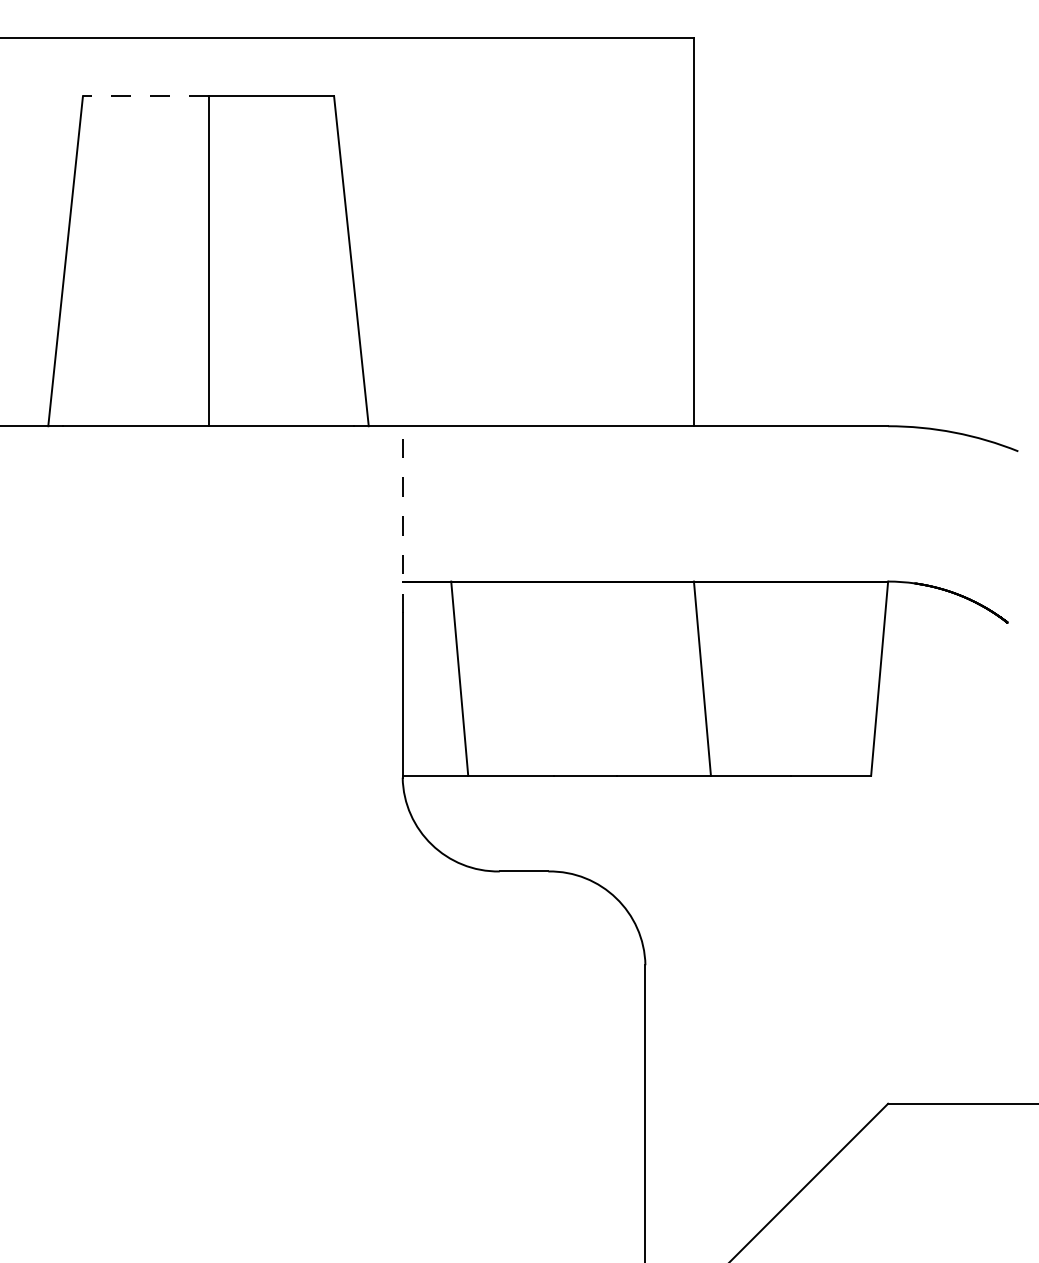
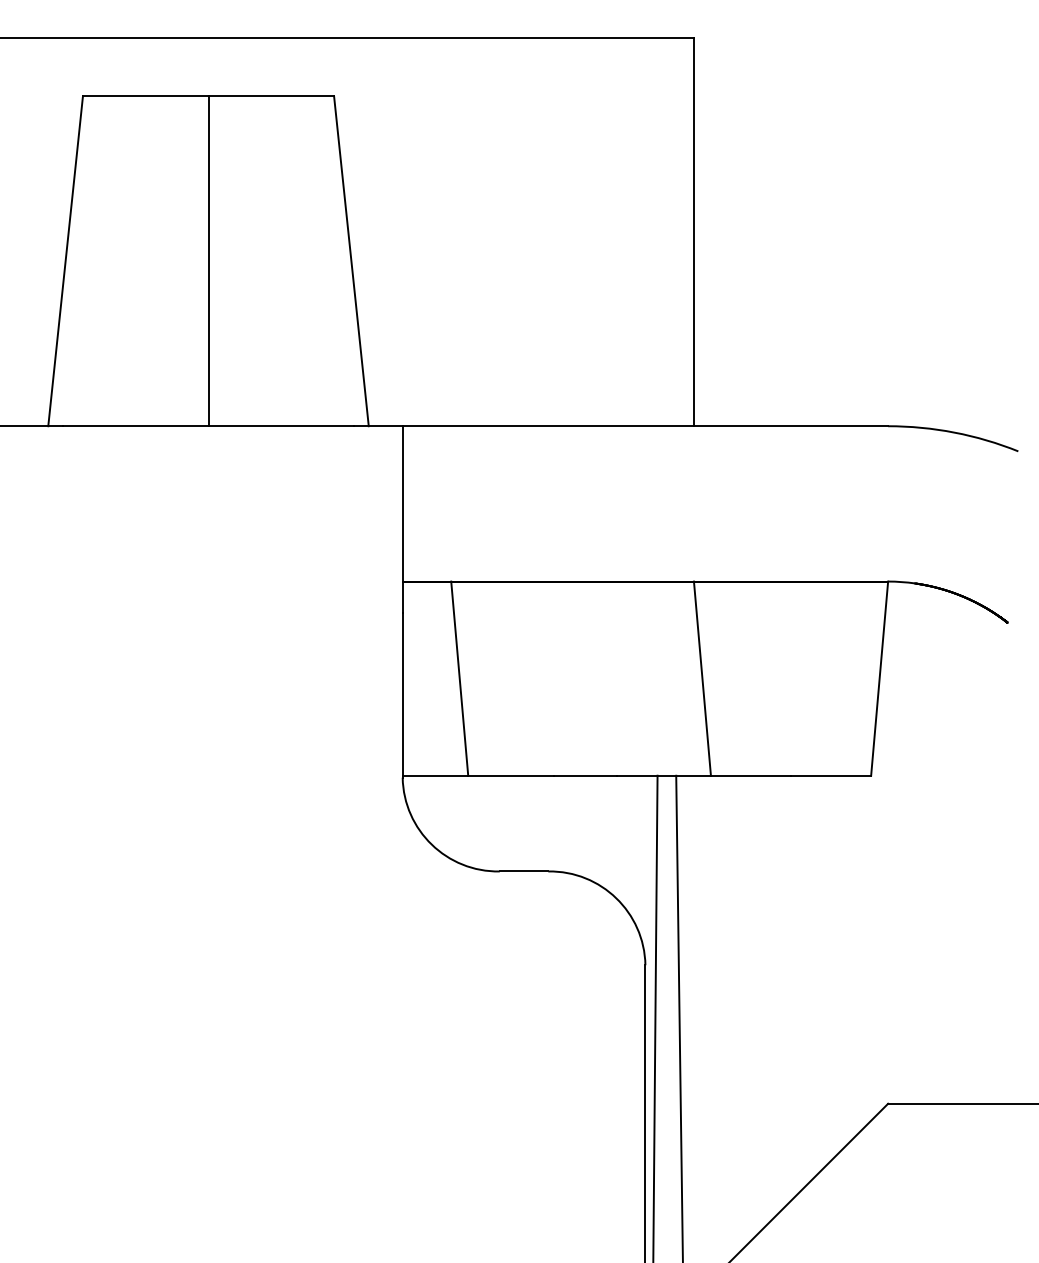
line at (145, 96): dashed -> solid
line at (402, 519): dashed -> solid
line at (655, 1017): none -> present
line at (679, 1017): none -> present
